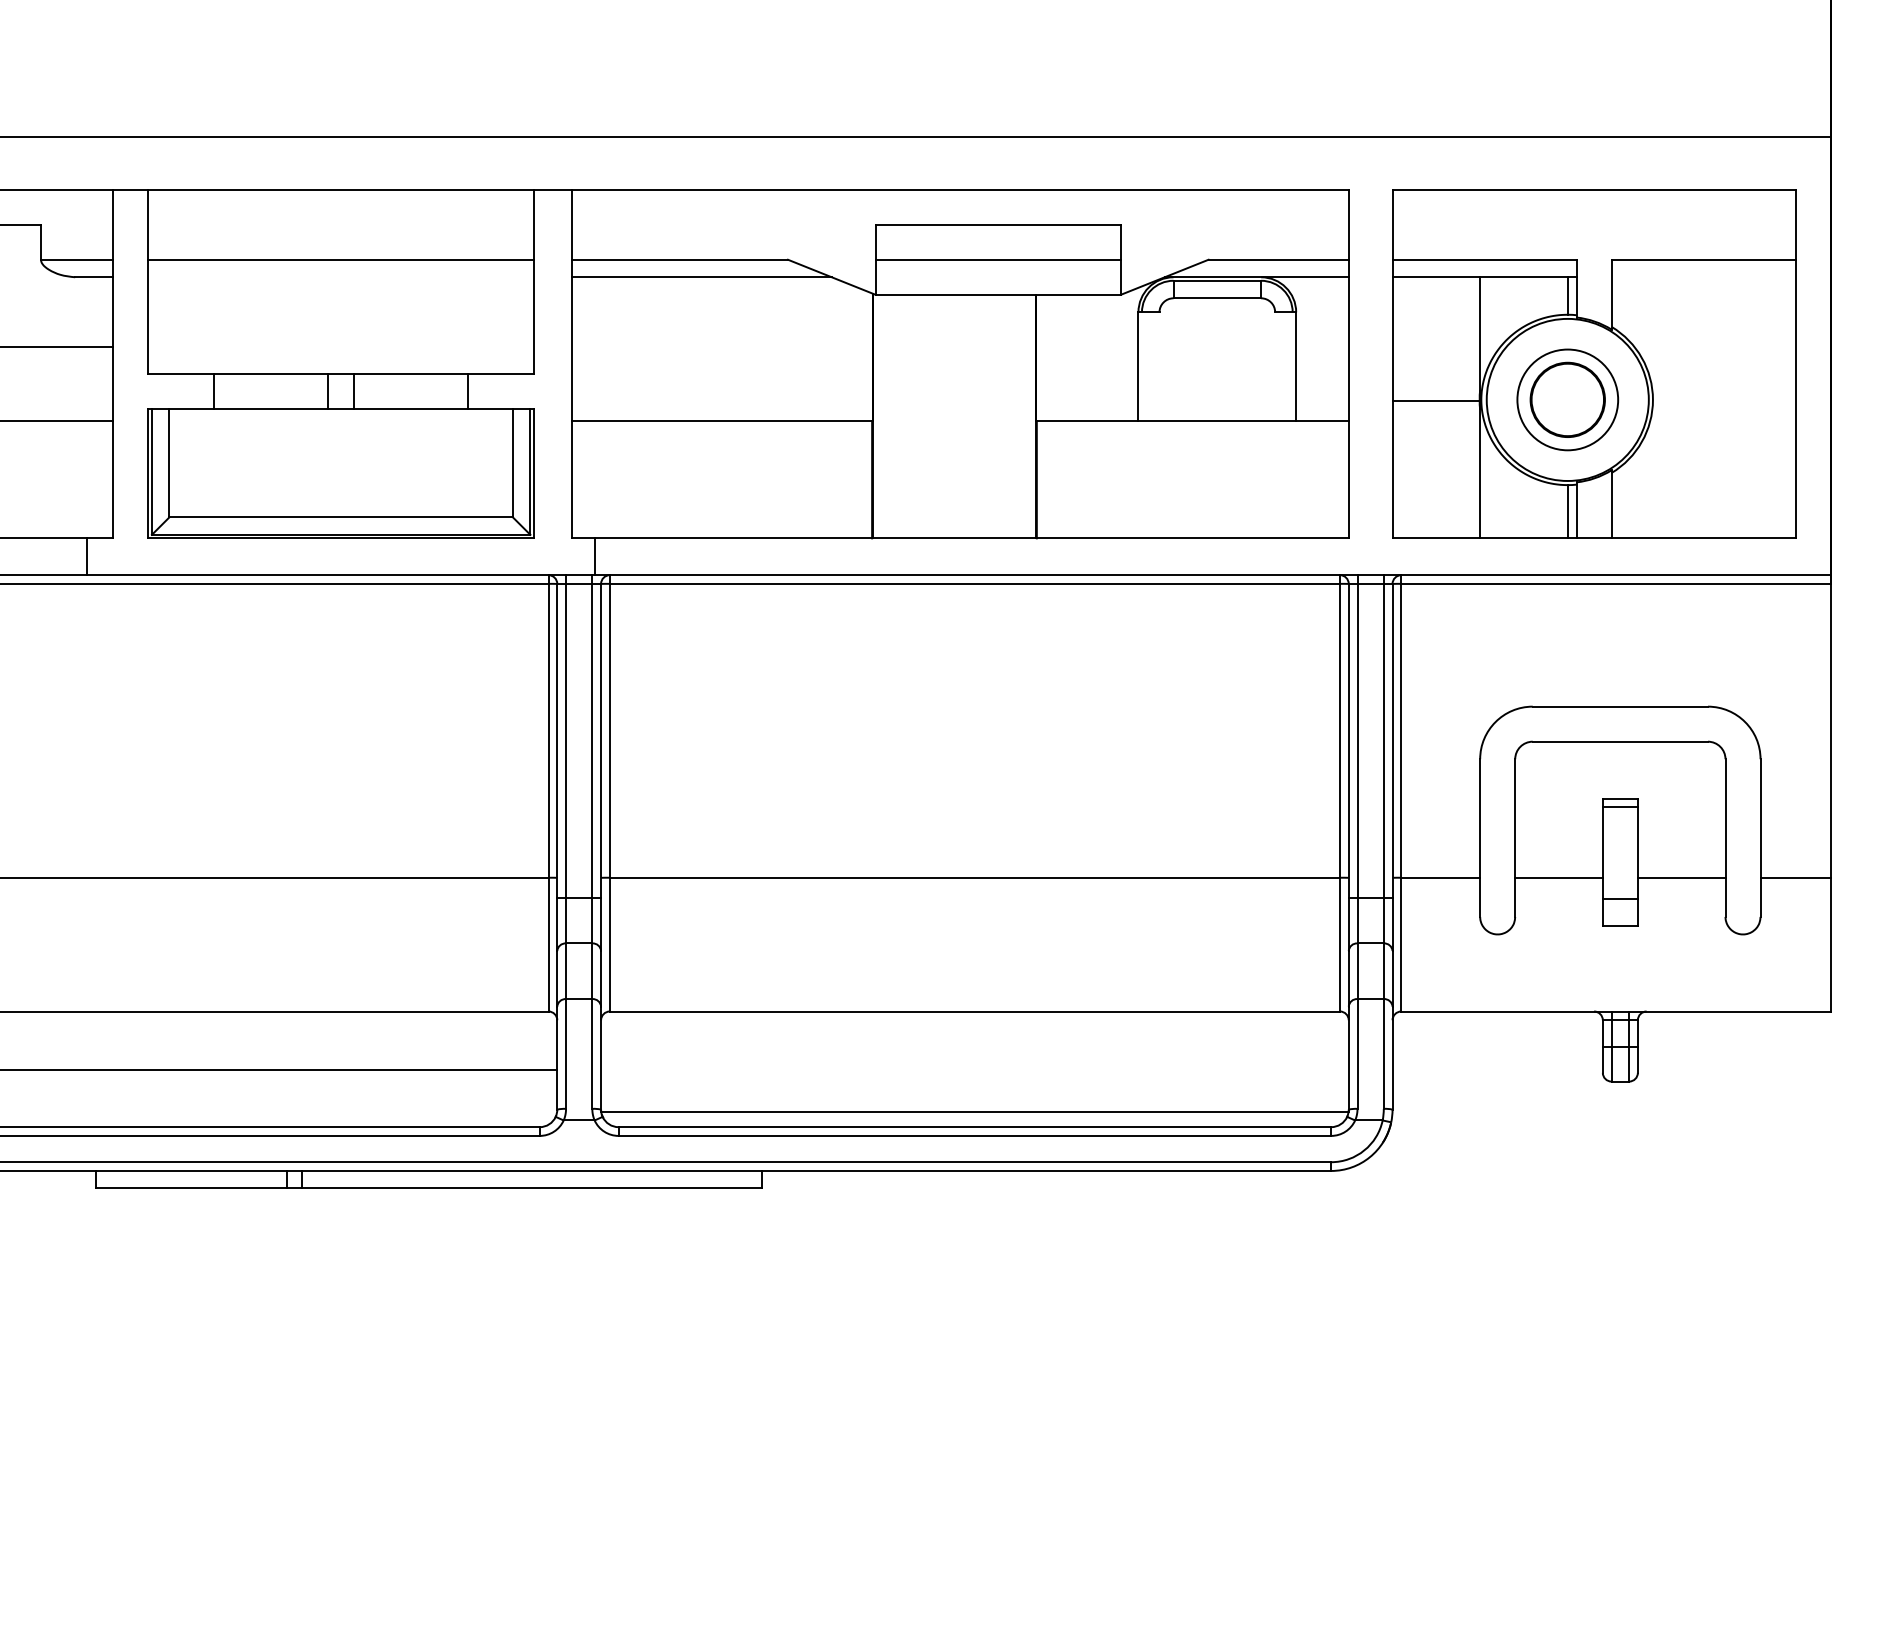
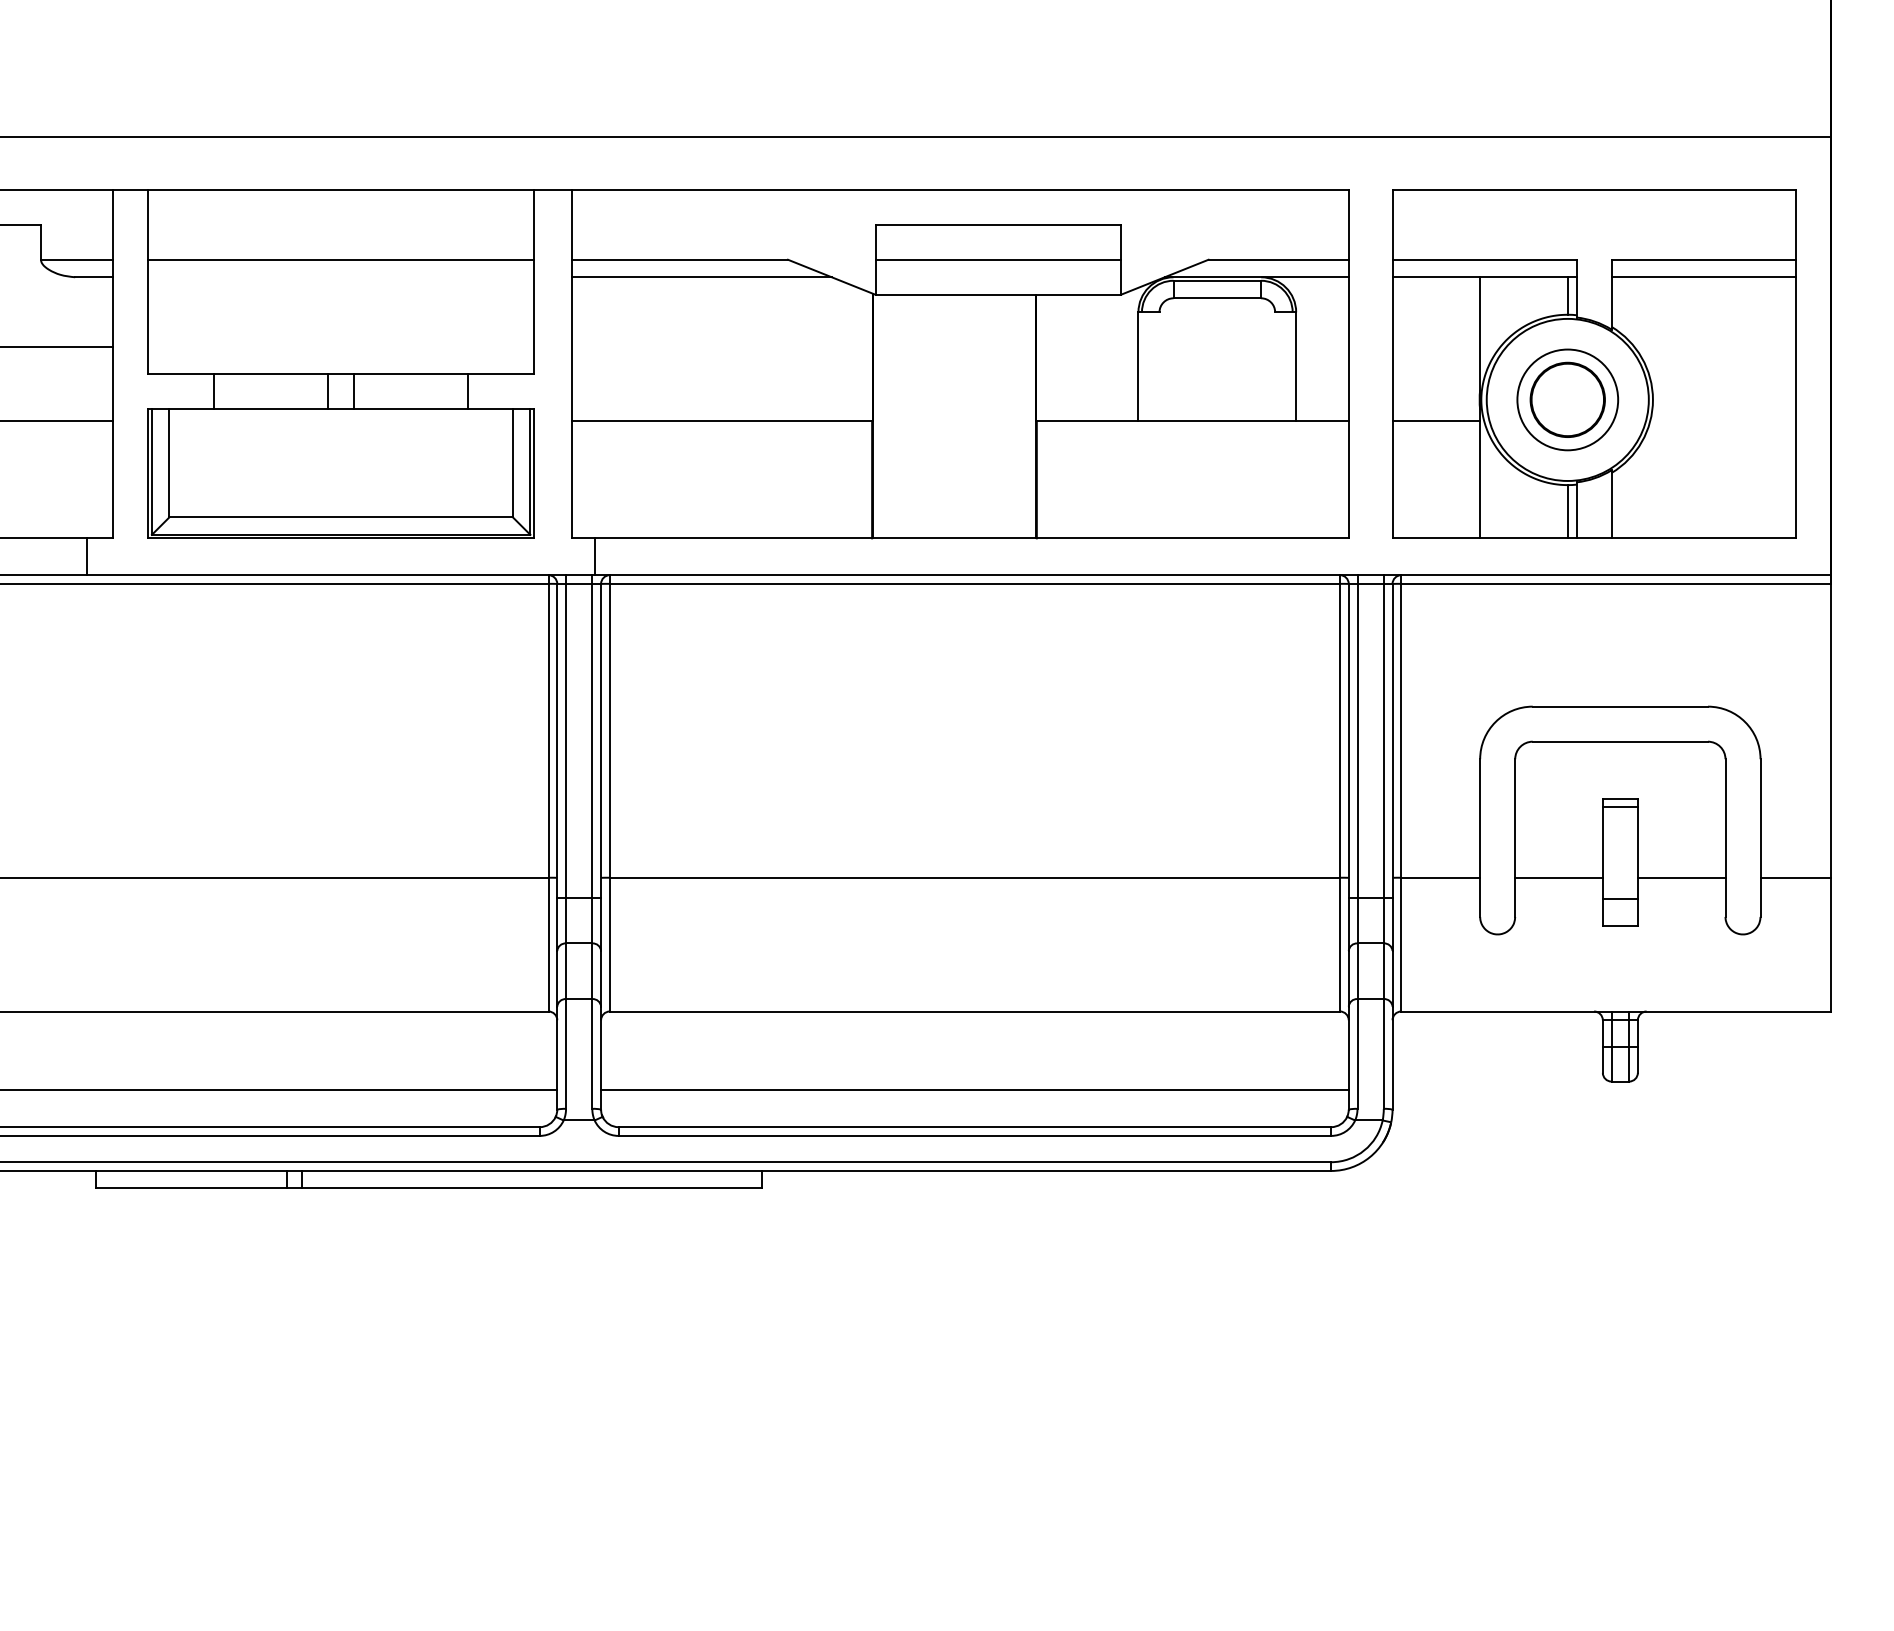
line at (1703, 277): none -> present
line at (1436, 400) position: (1436, 400) -> (1436, 420)
line at (279, 1070) position: (279, 1070) -> (279, 1090)
line at (974, 1112) position: (974, 1112) -> (974, 1090)
